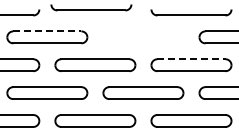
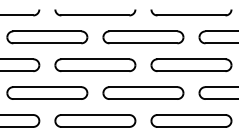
part at (91, 7) position: (91, 7) -> (95, 12)
line at (47, 31): dashed -> solid
part at (143, 37): none -> present
line at (191, 59): dashed -> solid
